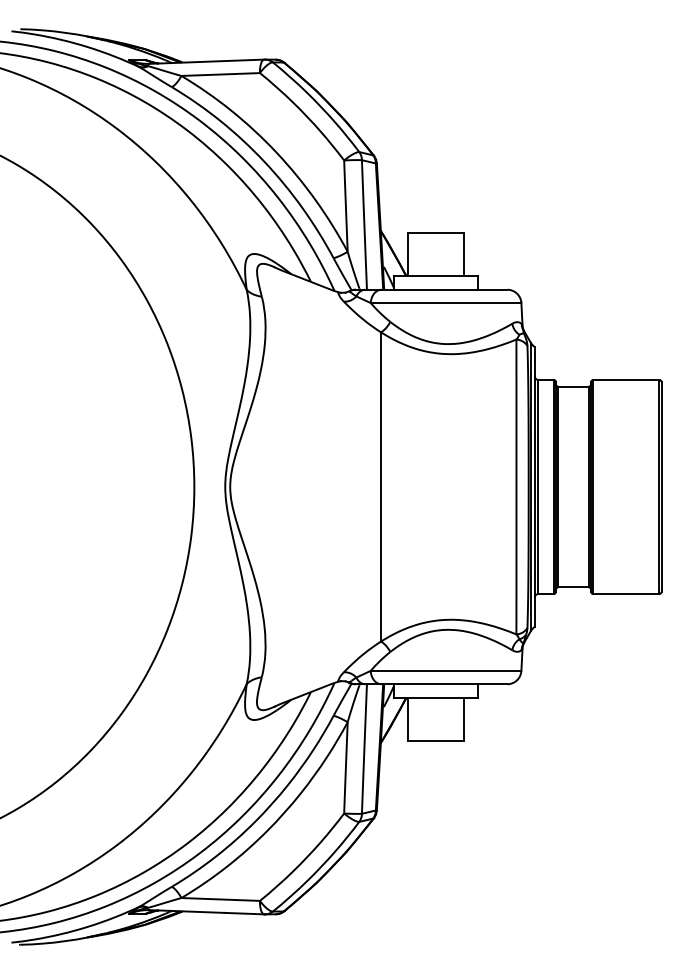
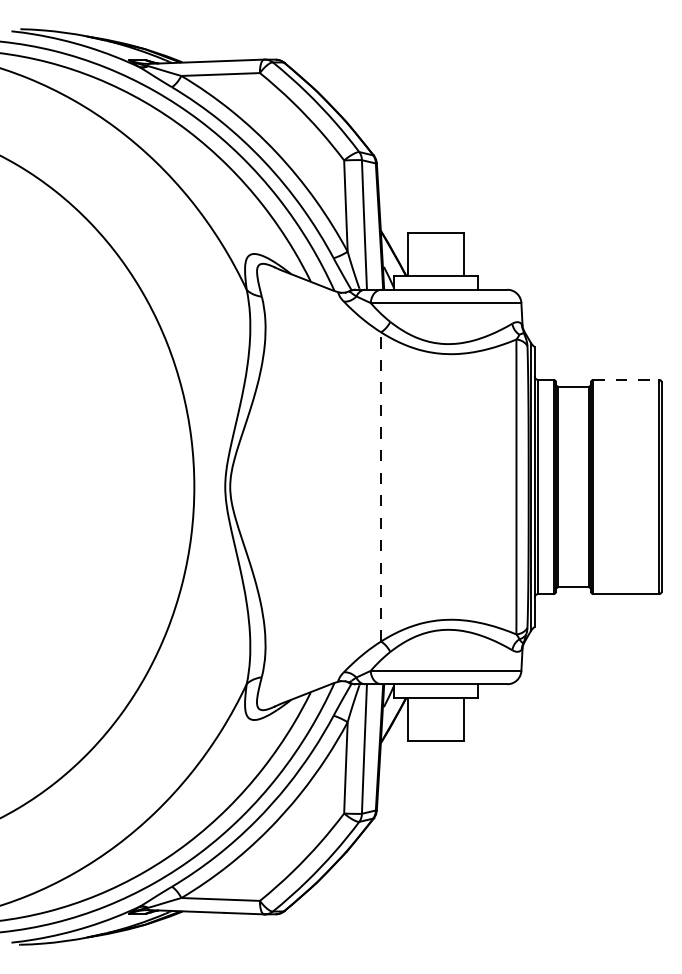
line at (626, 379): solid -> dashed
line at (380, 486): solid -> dashed
